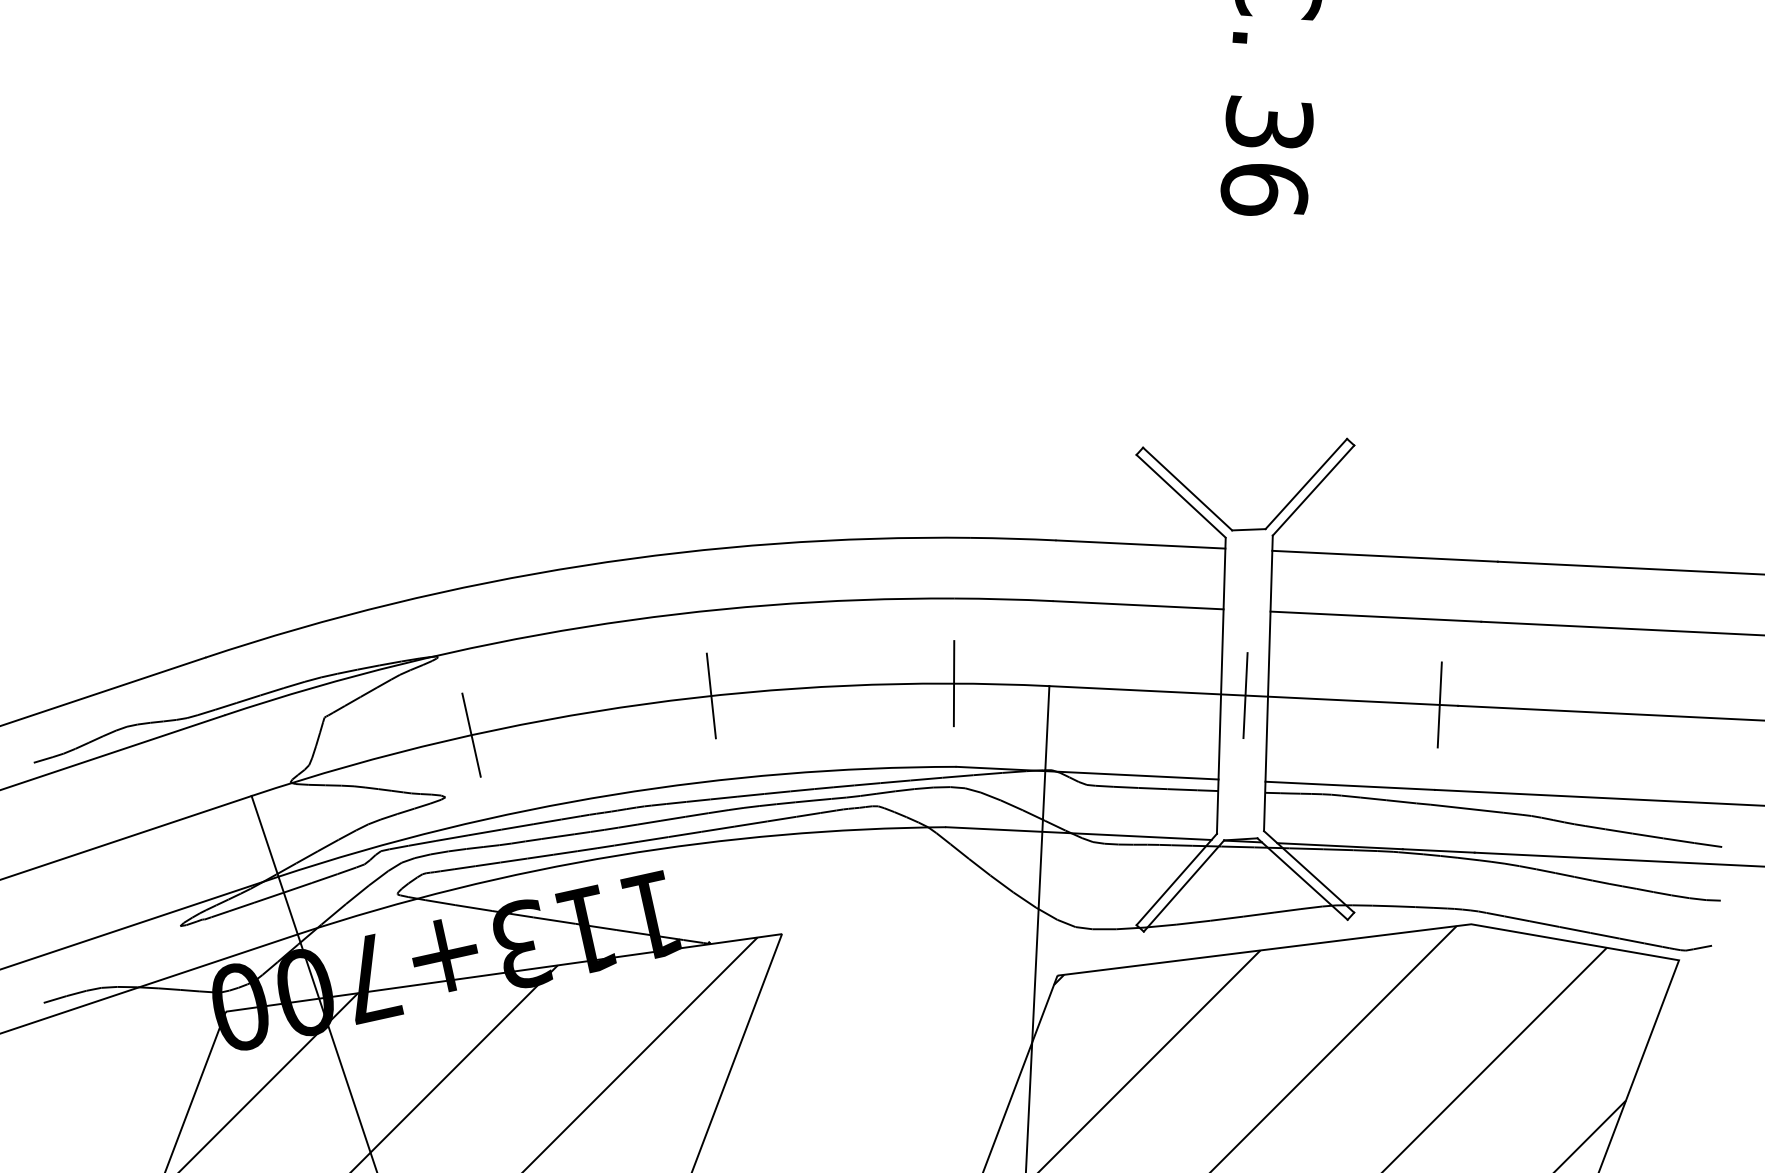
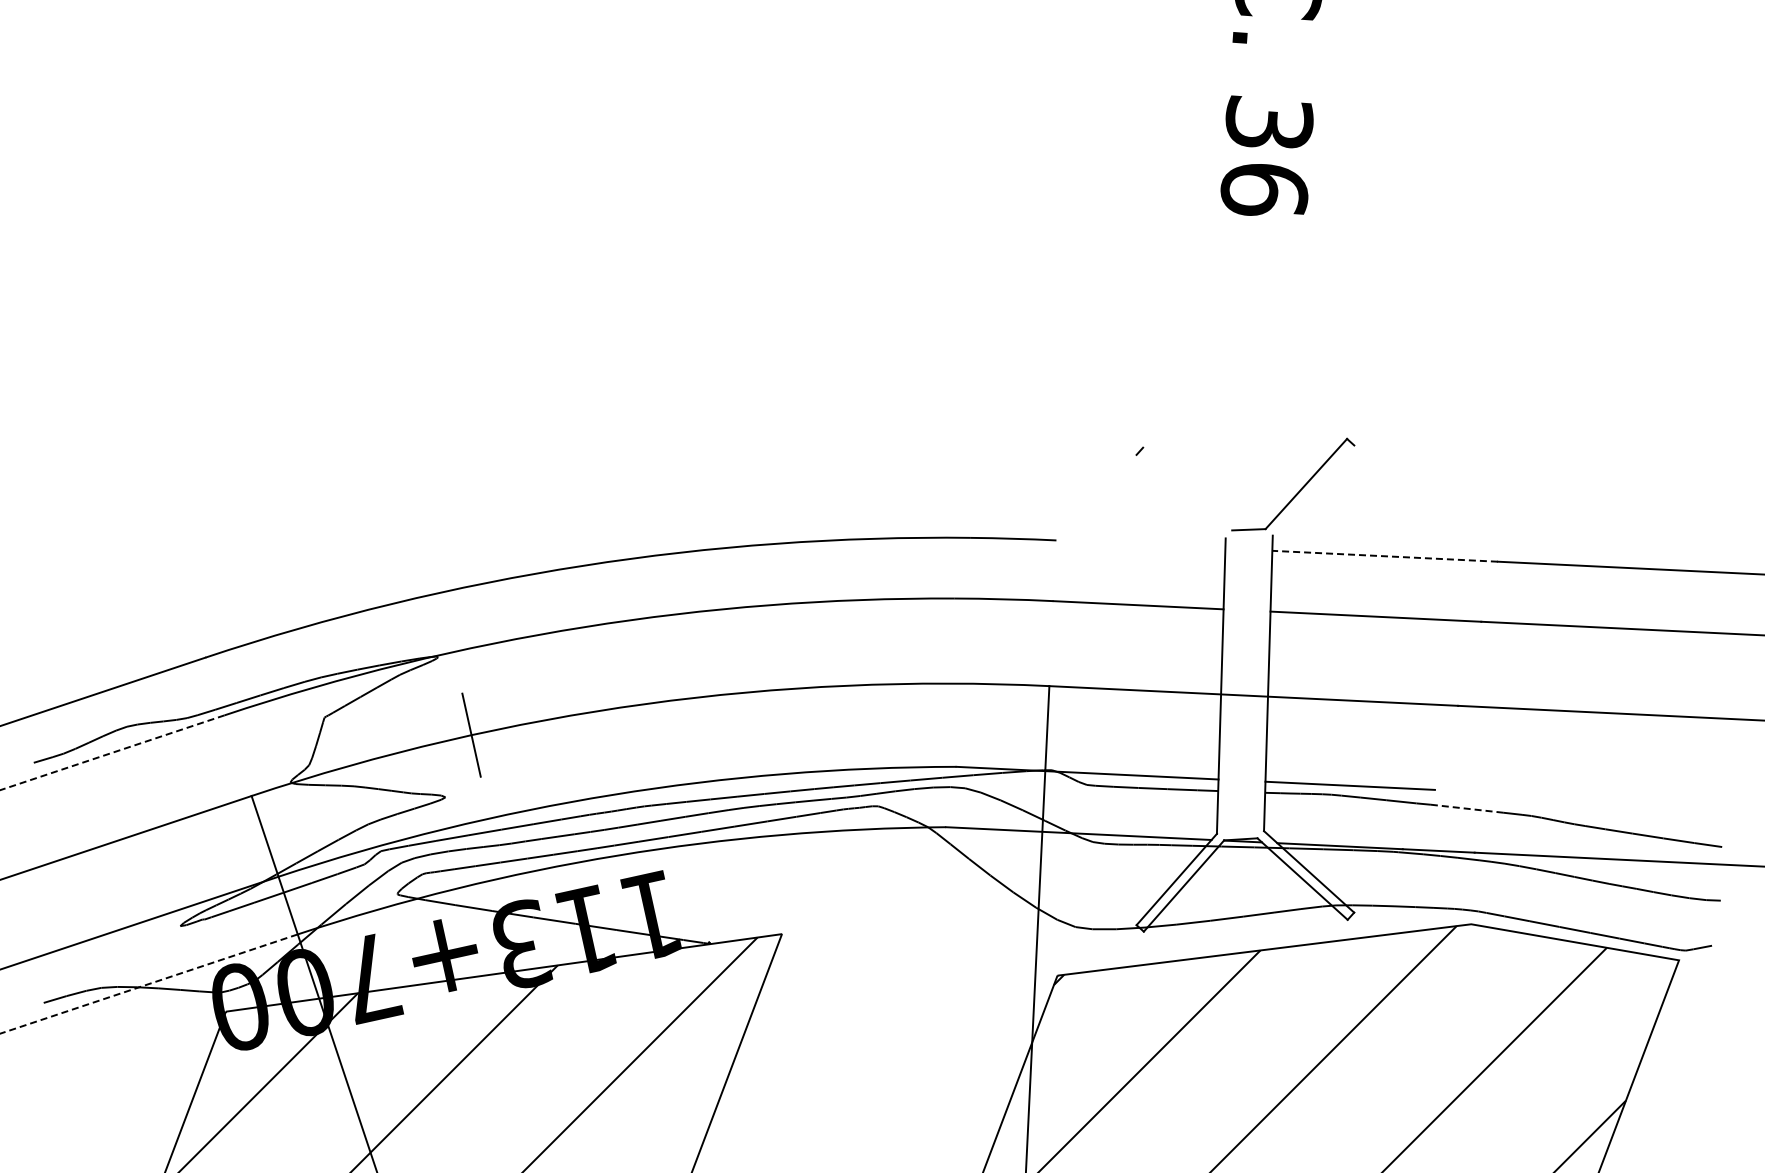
line at (1187, 488): present -> none
line at (1313, 490): present -> none
line at (1180, 495): present -> none
line at (1140, 544): present -> none
line at (1385, 556): solid -> dashed
line at (953, 683): present -> none
line at (710, 695): present -> none
line at (1245, 695): present -> none
line at (1439, 704): present -> none
line at (111, 752): solid -> dashed
line at (1597, 797): present -> none
line at (1467, 808): solid -> dashed
line at (148, 984): solid -> dashed
